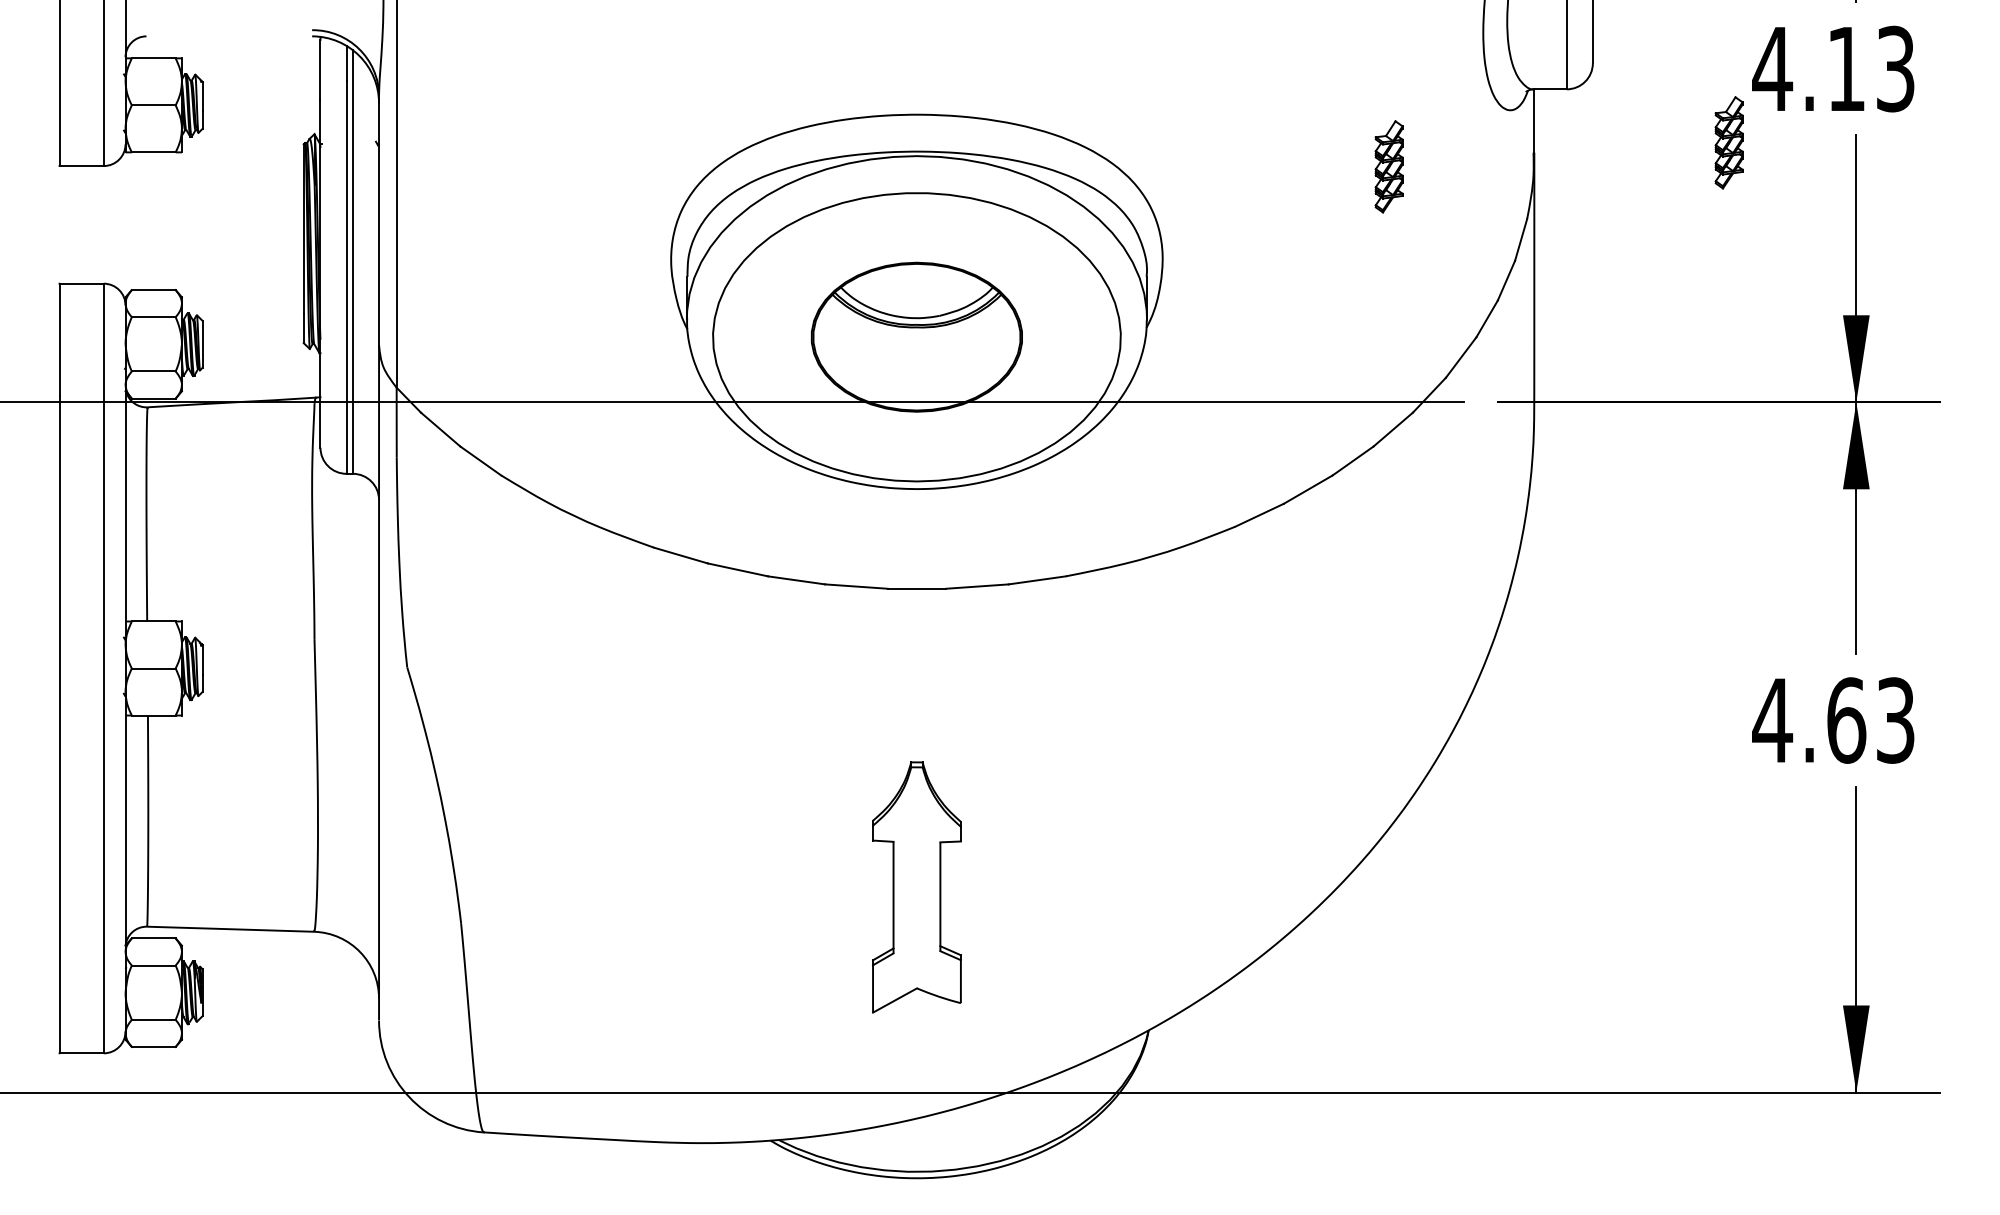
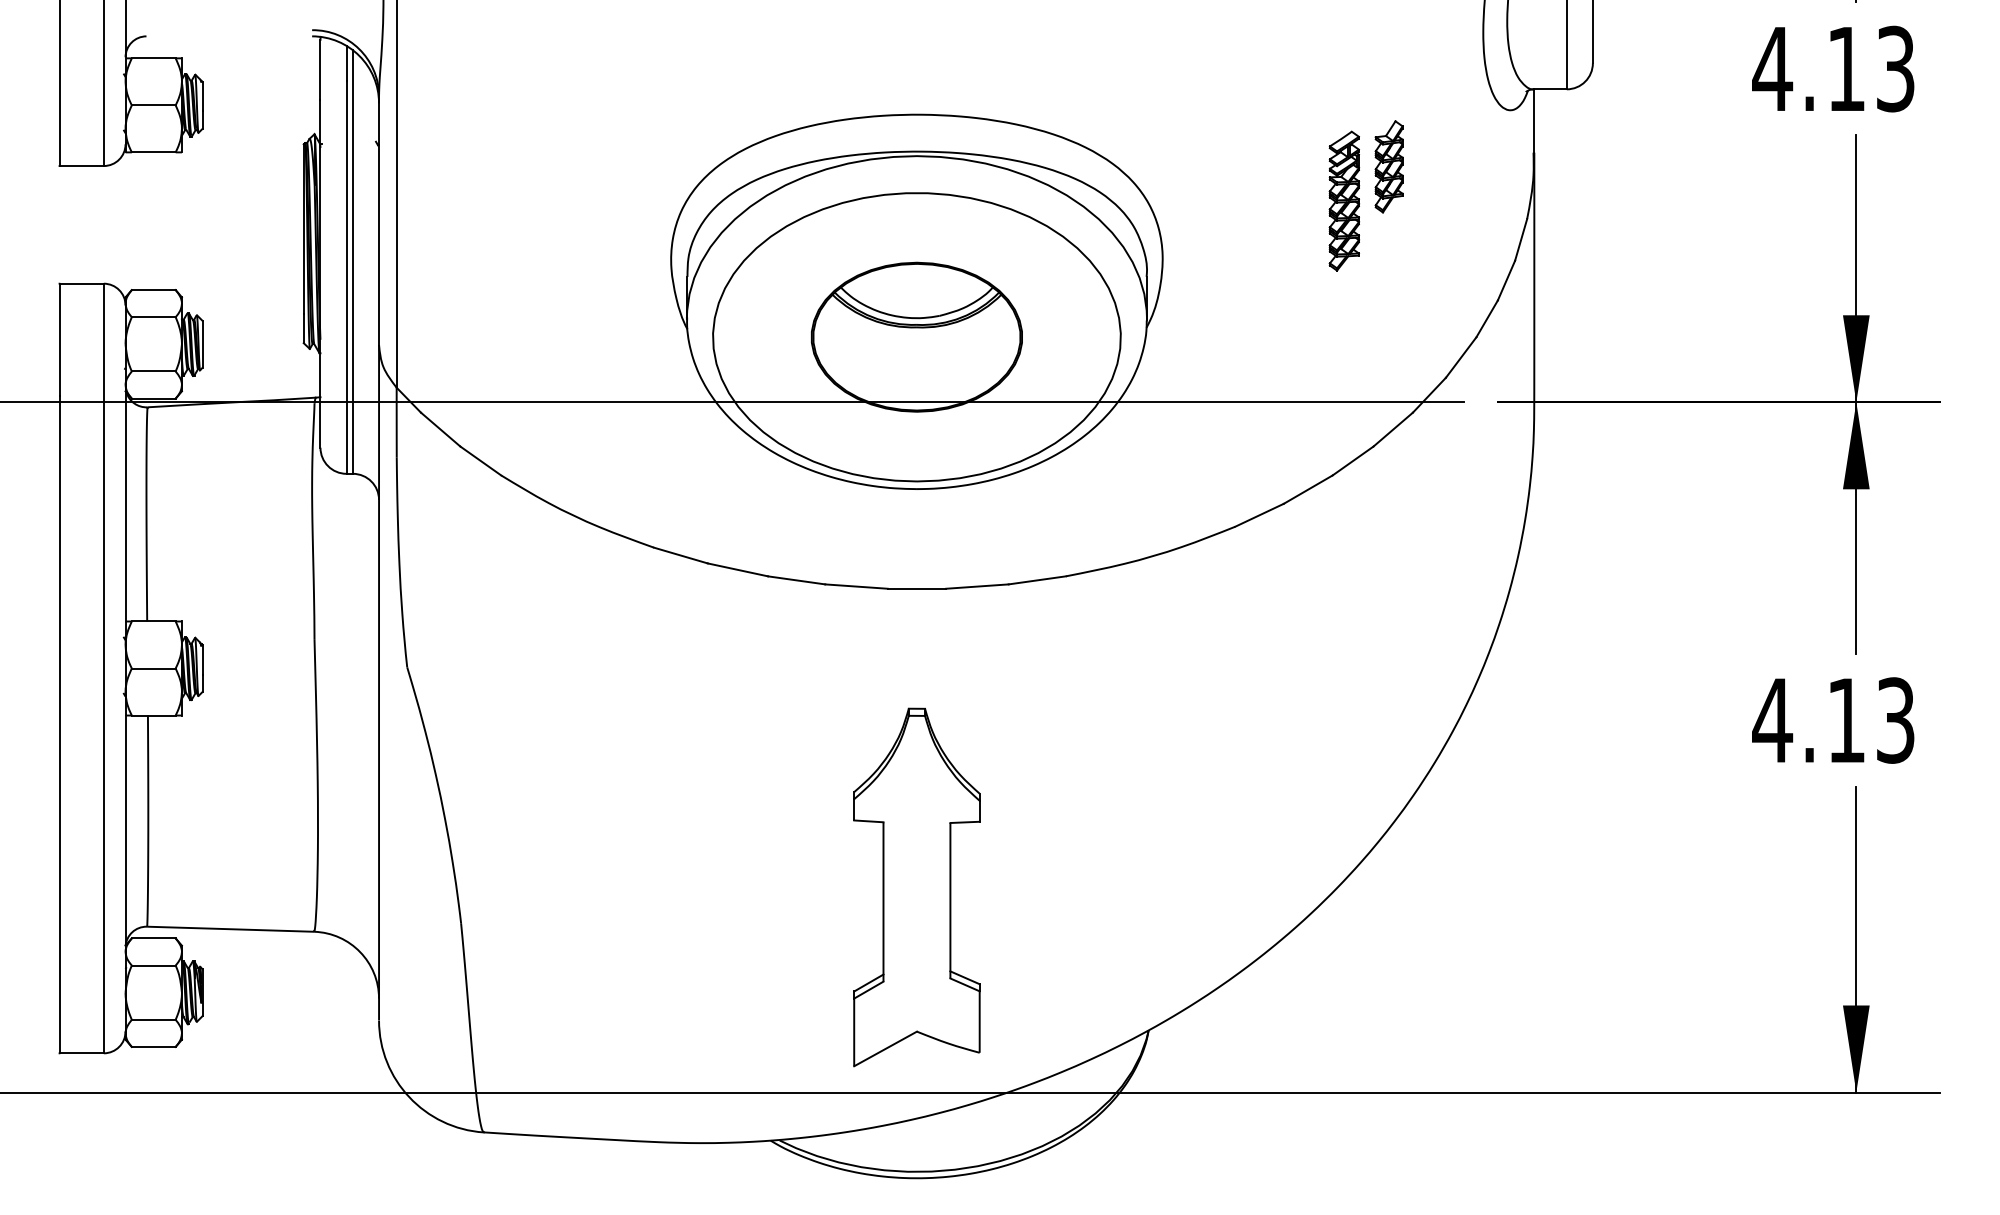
part at (1728, 142): present -> none
part at (1344, 200): none -> present
text at (1846, 720): 4.63 -> 4.13
part at (916, 887) size: 90x253 px -> 128x361 px
